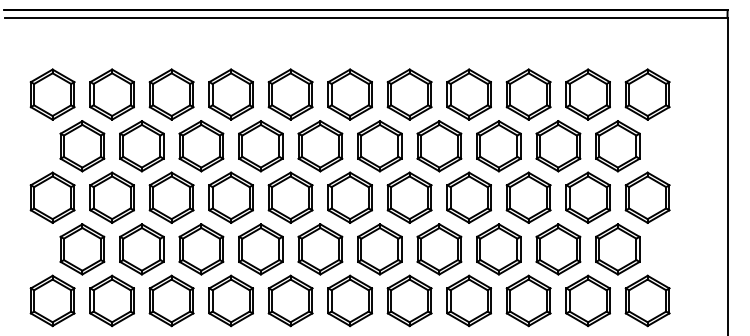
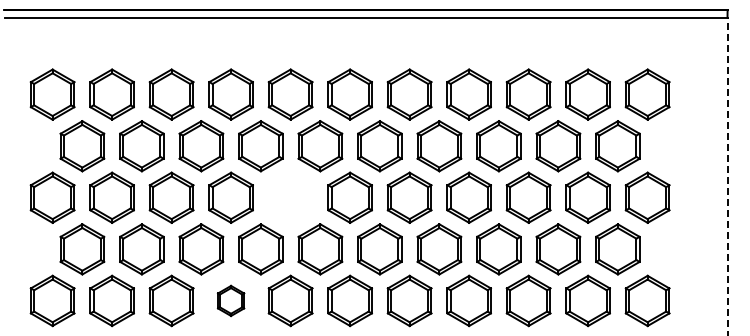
line at (727, 176): solid -> dashed
part at (290, 197): present -> none
part at (230, 300) size: 46x54 px -> 30x34 px
